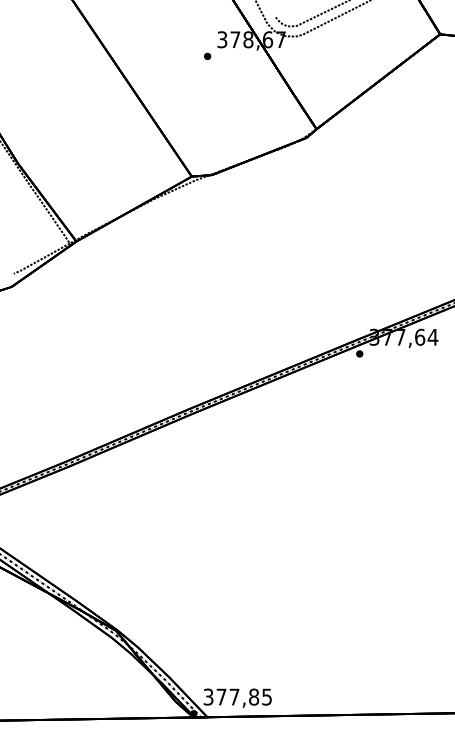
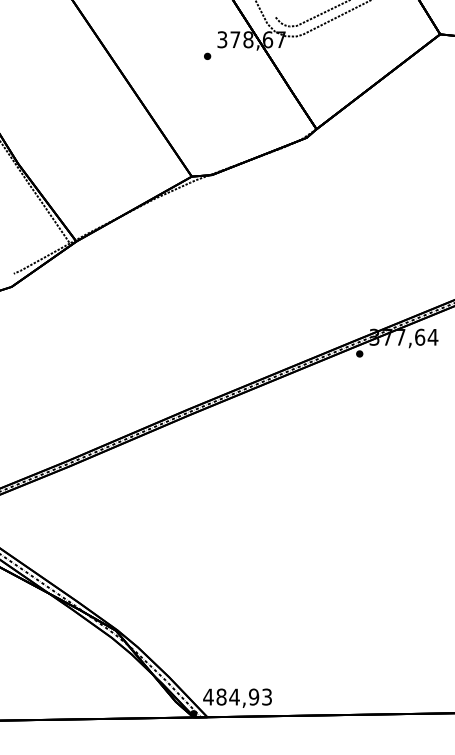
text at (237, 696): 377,85 -> 484,93
